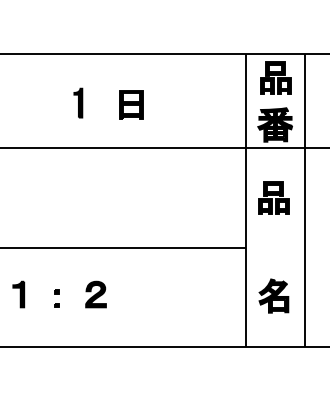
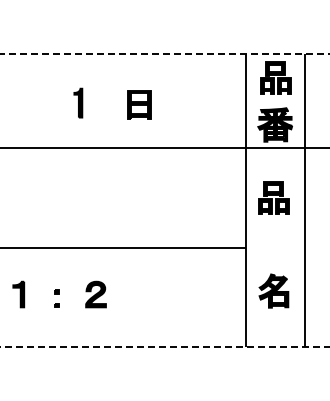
line at (165, 53): solid -> dashed
part at (131, 104) position: (131, 104) -> (139, 104)
part at (273, 295) position: (273, 295) -> (273, 290)
line at (164, 347): solid -> dashed
